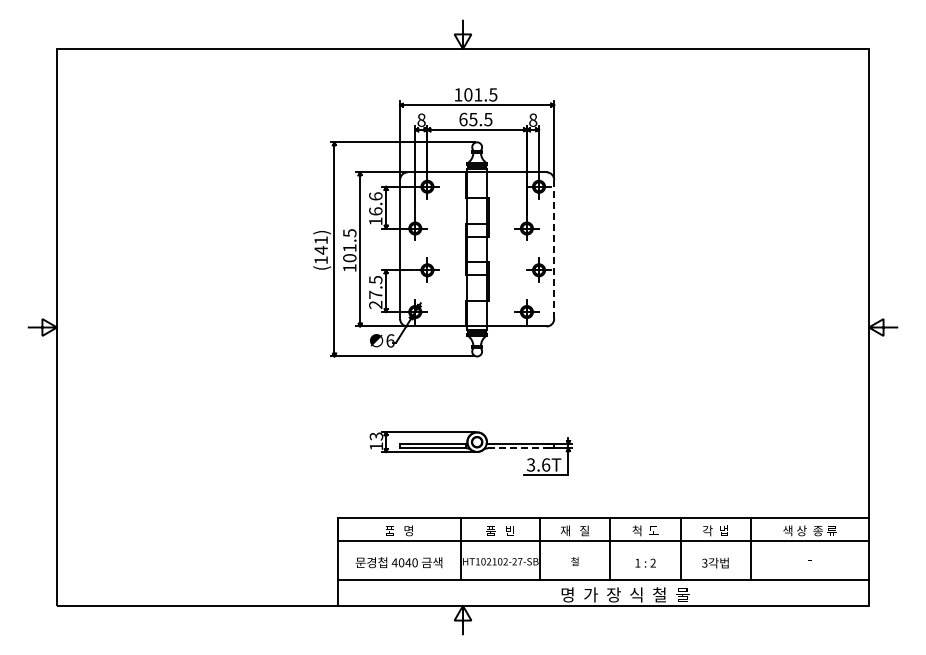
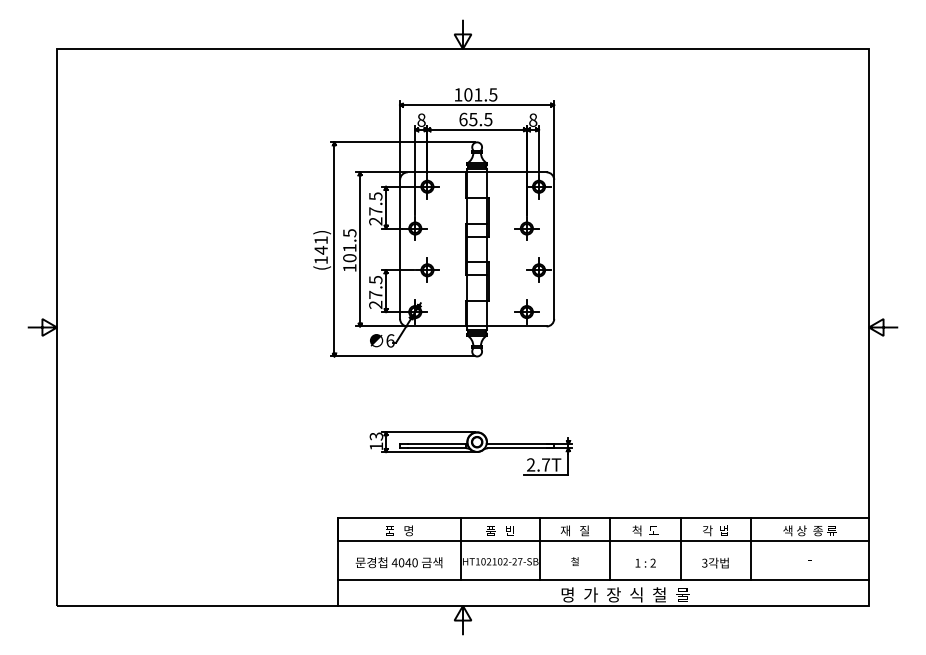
text at (375, 208): 16.6 -> 27.5
line at (554, 248): dashed -> solid
line at (517, 448): dashed -> solid
text at (538, 464): 3.6T -> 2.7T
